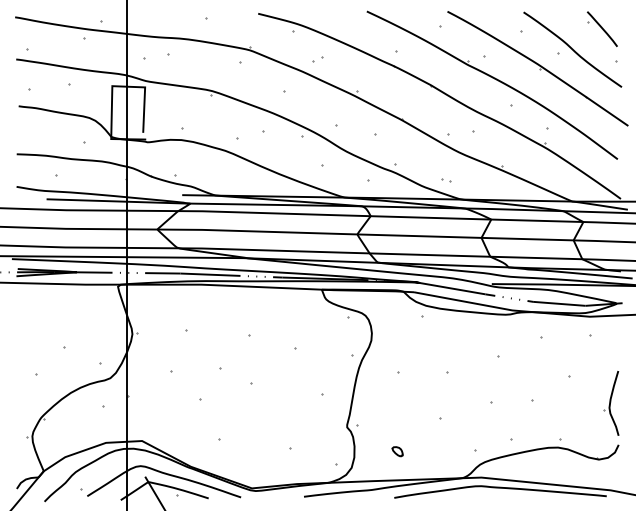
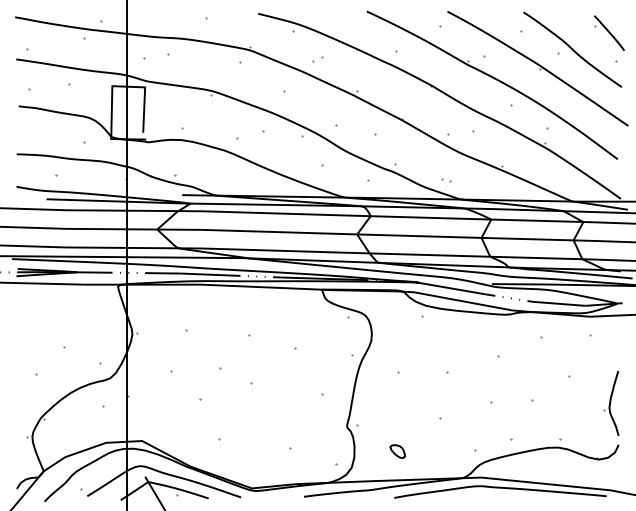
part at (602, 28) position: (602, 28) -> (609, 32)
part at (397, 451) size: 13x12 px -> 17x15 px
